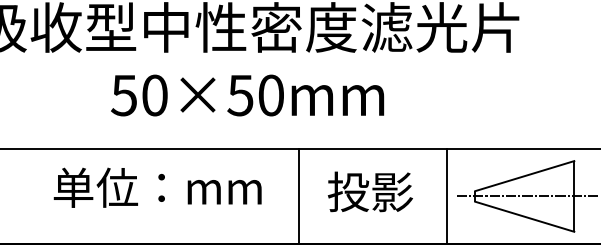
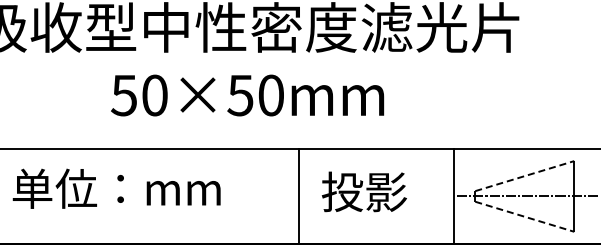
line at (524, 176): solid -> dashed
text at (157, 187) position: (157, 187) -> (116, 188)
text at (369, 191) position: (369, 191) -> (363, 191)
line at (446, 196) position: (446, 196) -> (453, 196)
line at (524, 216): solid -> dashed
